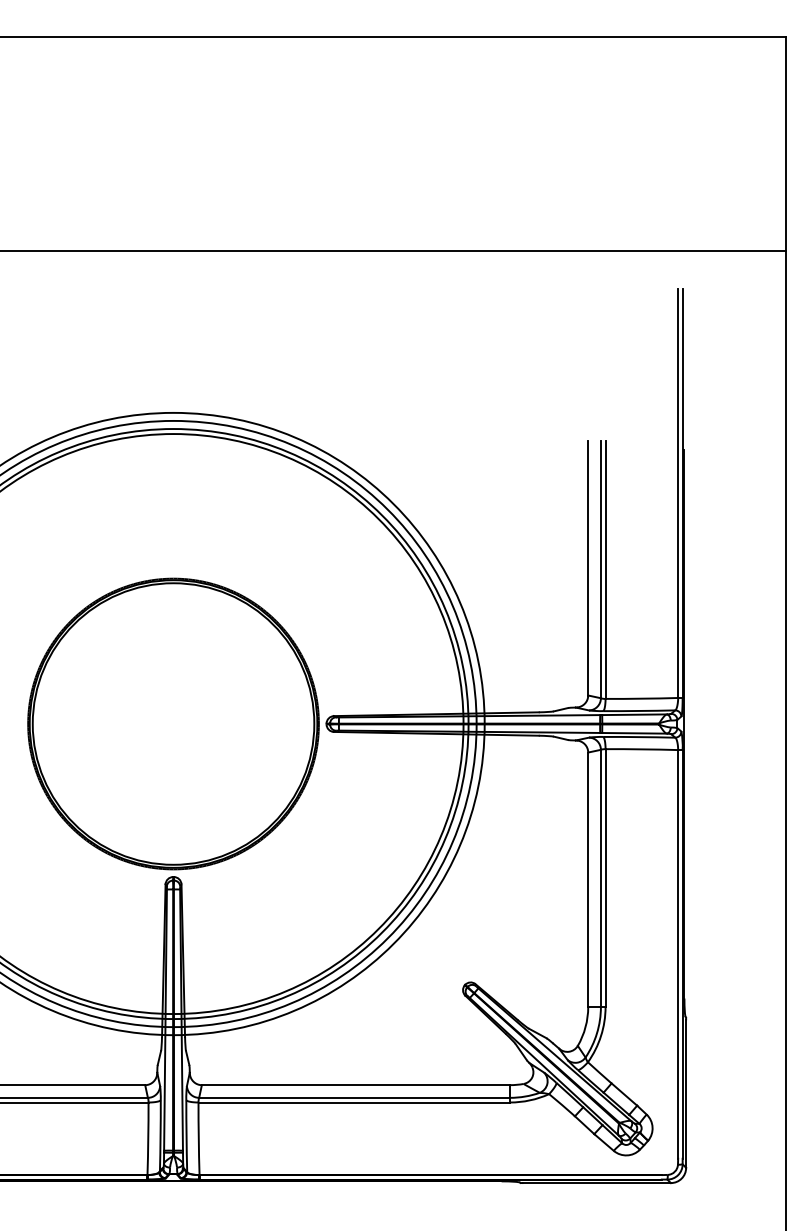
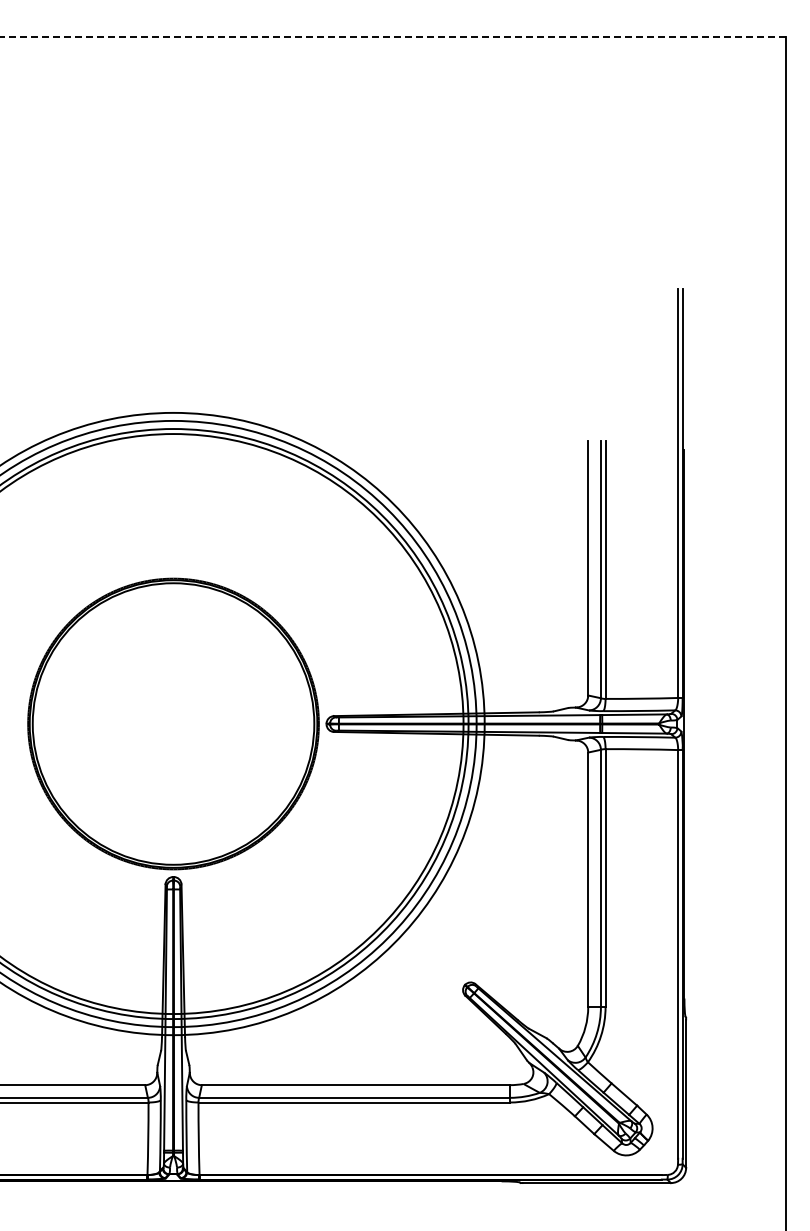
line at (392, 36): solid -> dashed
line at (393, 251): present -> none
